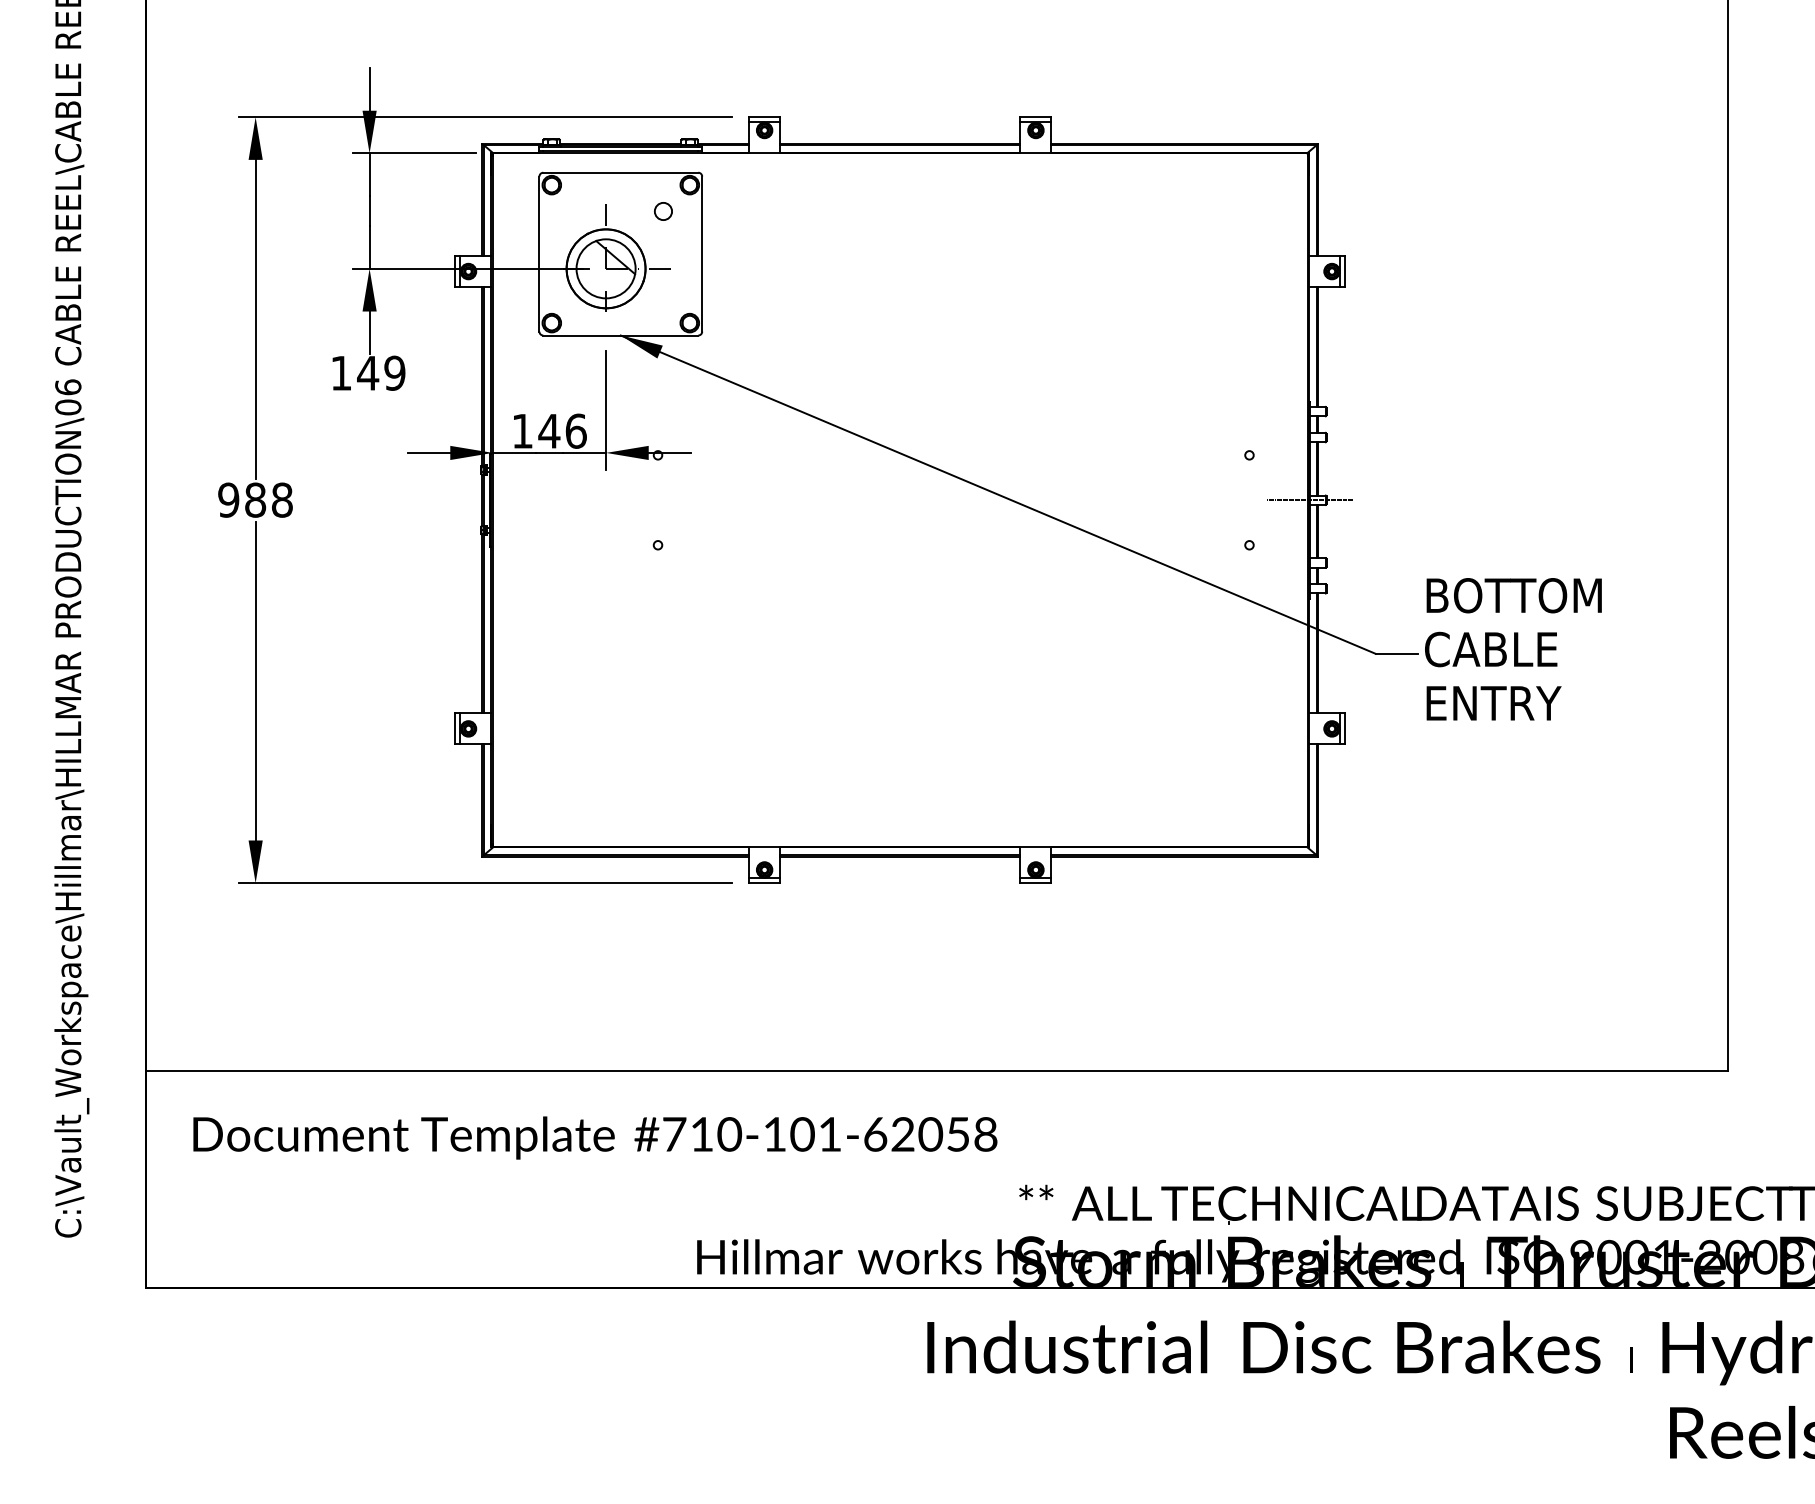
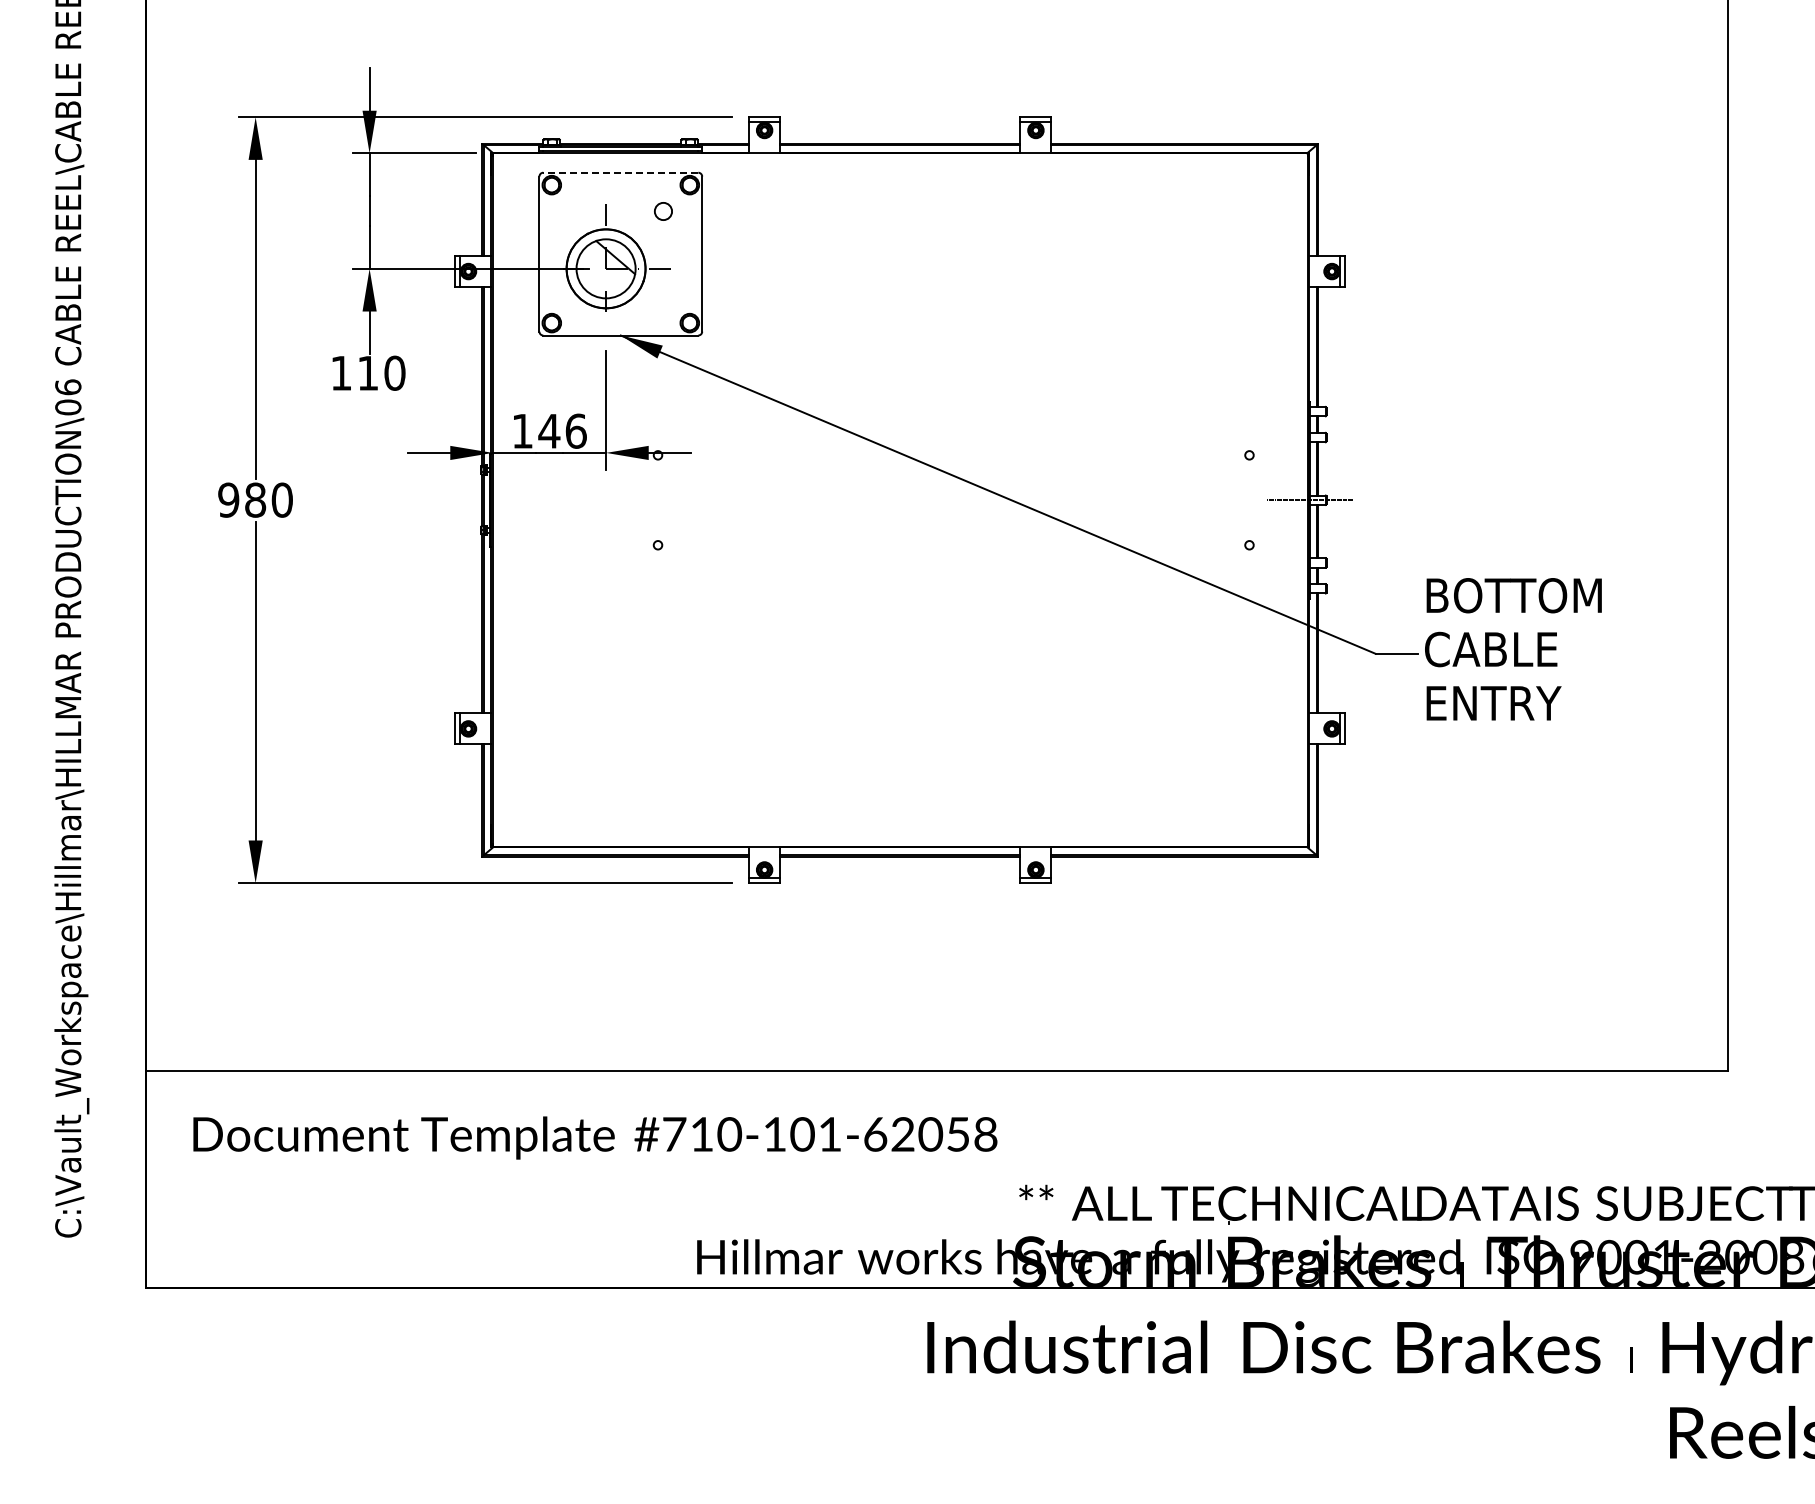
line at (620, 172): solid -> dashed
text at (381, 372): 149 -> 110
text at (281, 499): 988 -> 980
